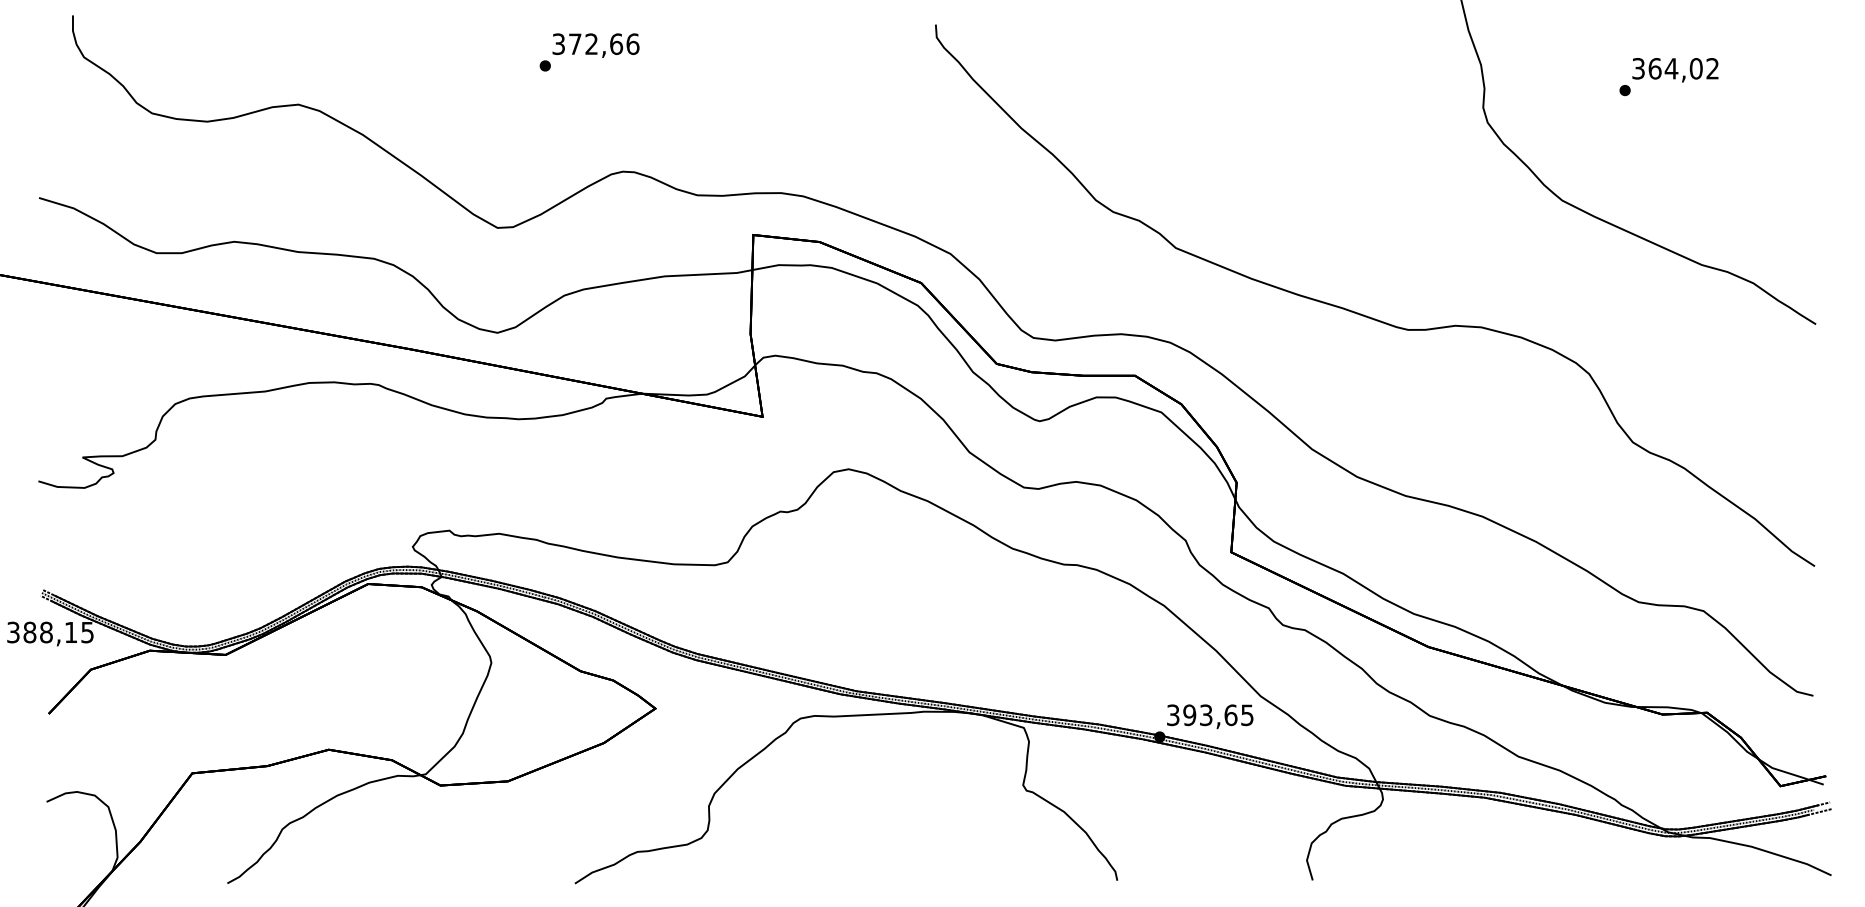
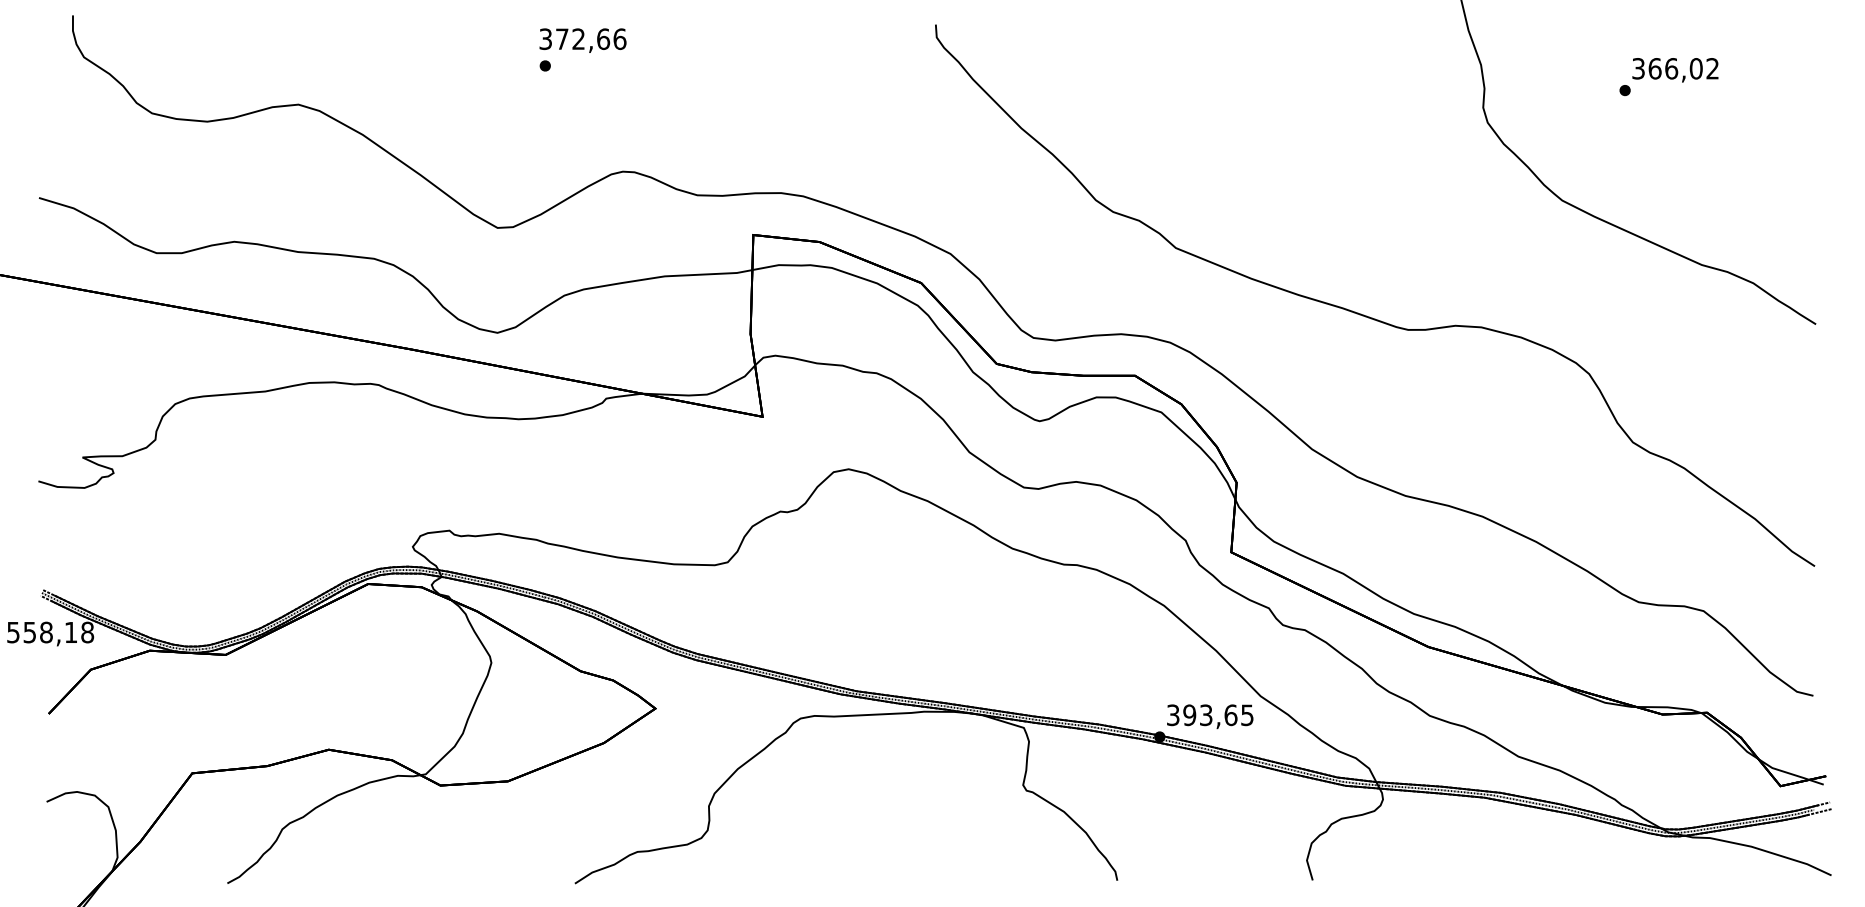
text at (595, 45) position: (595, 45) -> (582, 40)
text at (1671, 68): 364,02 -> 366,02
text at (50, 632): 388,15 -> 558,18
